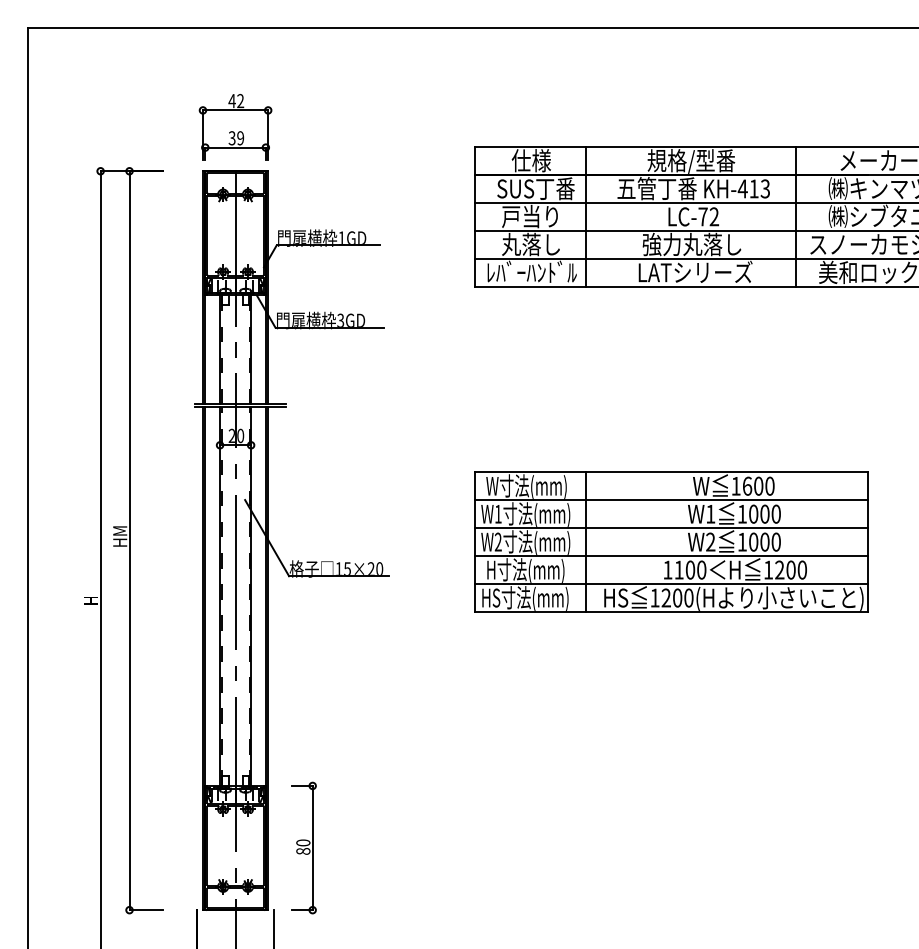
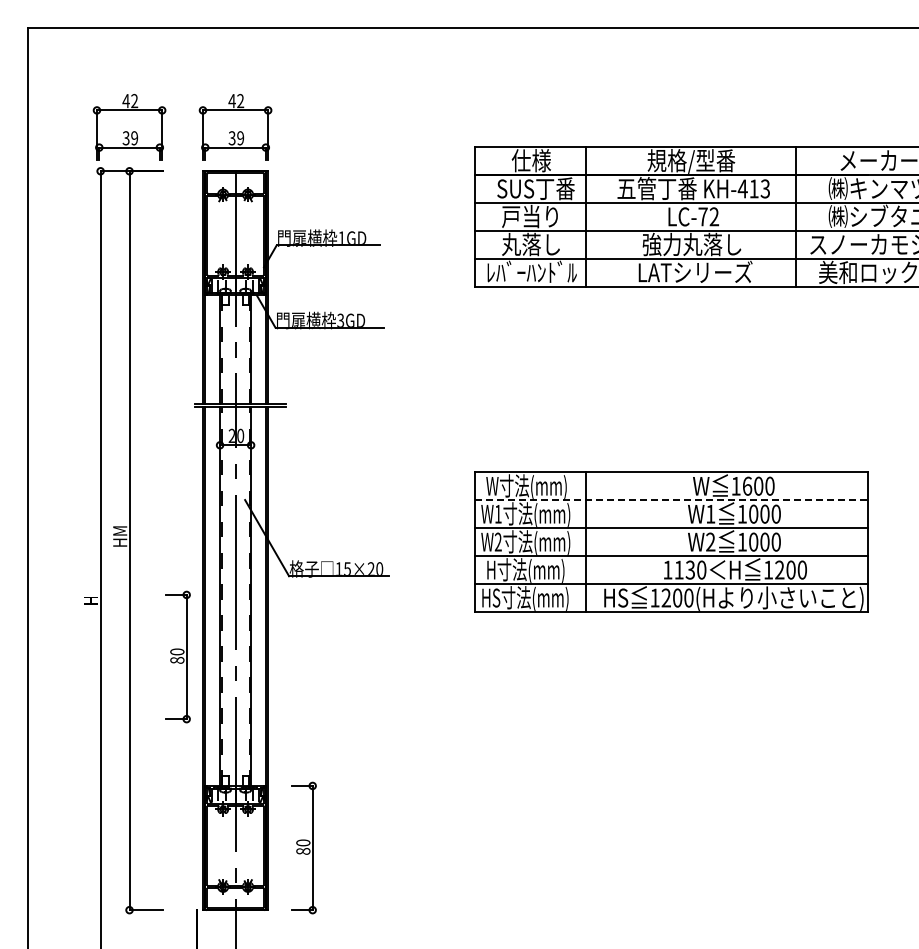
part at (129, 127): none -> present
line at (671, 500): solid -> dashed
text at (690, 569): 1100 -> 1130
part at (177, 656): none -> present
line at (274, 927): present -> none
